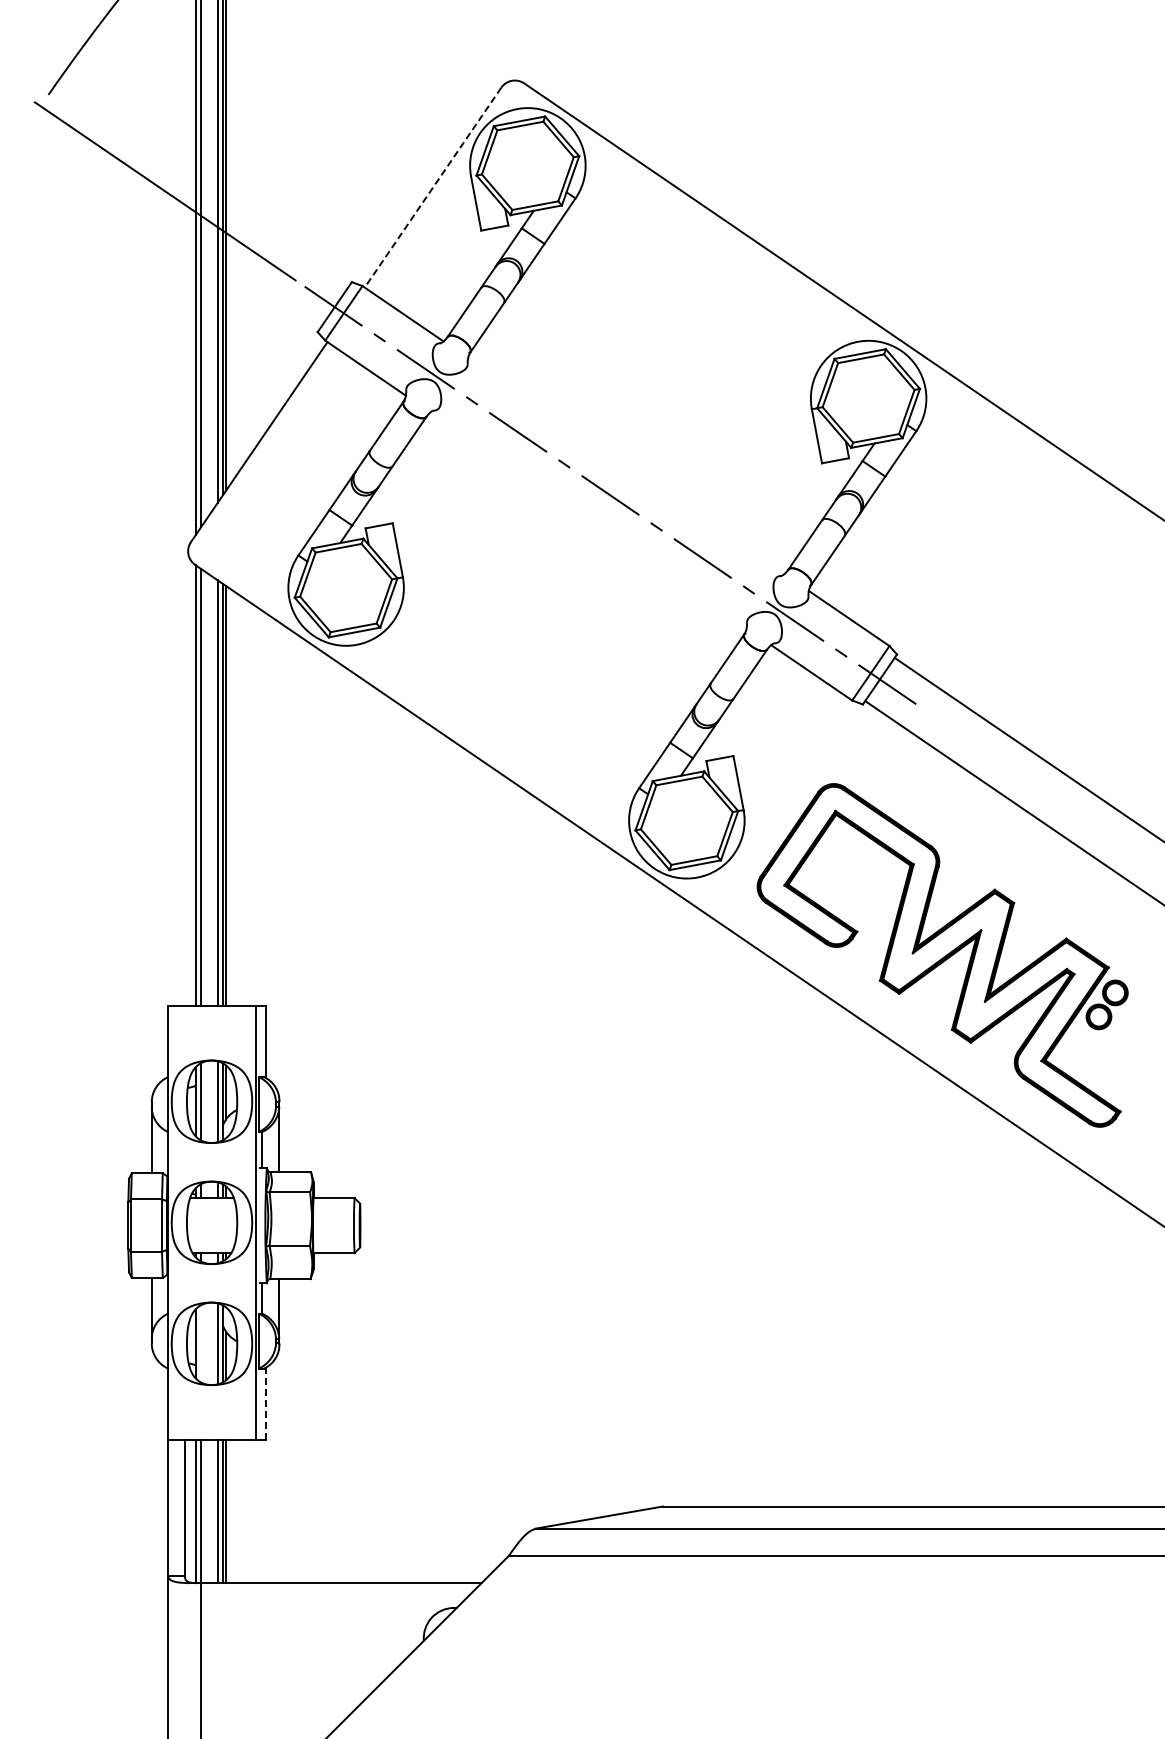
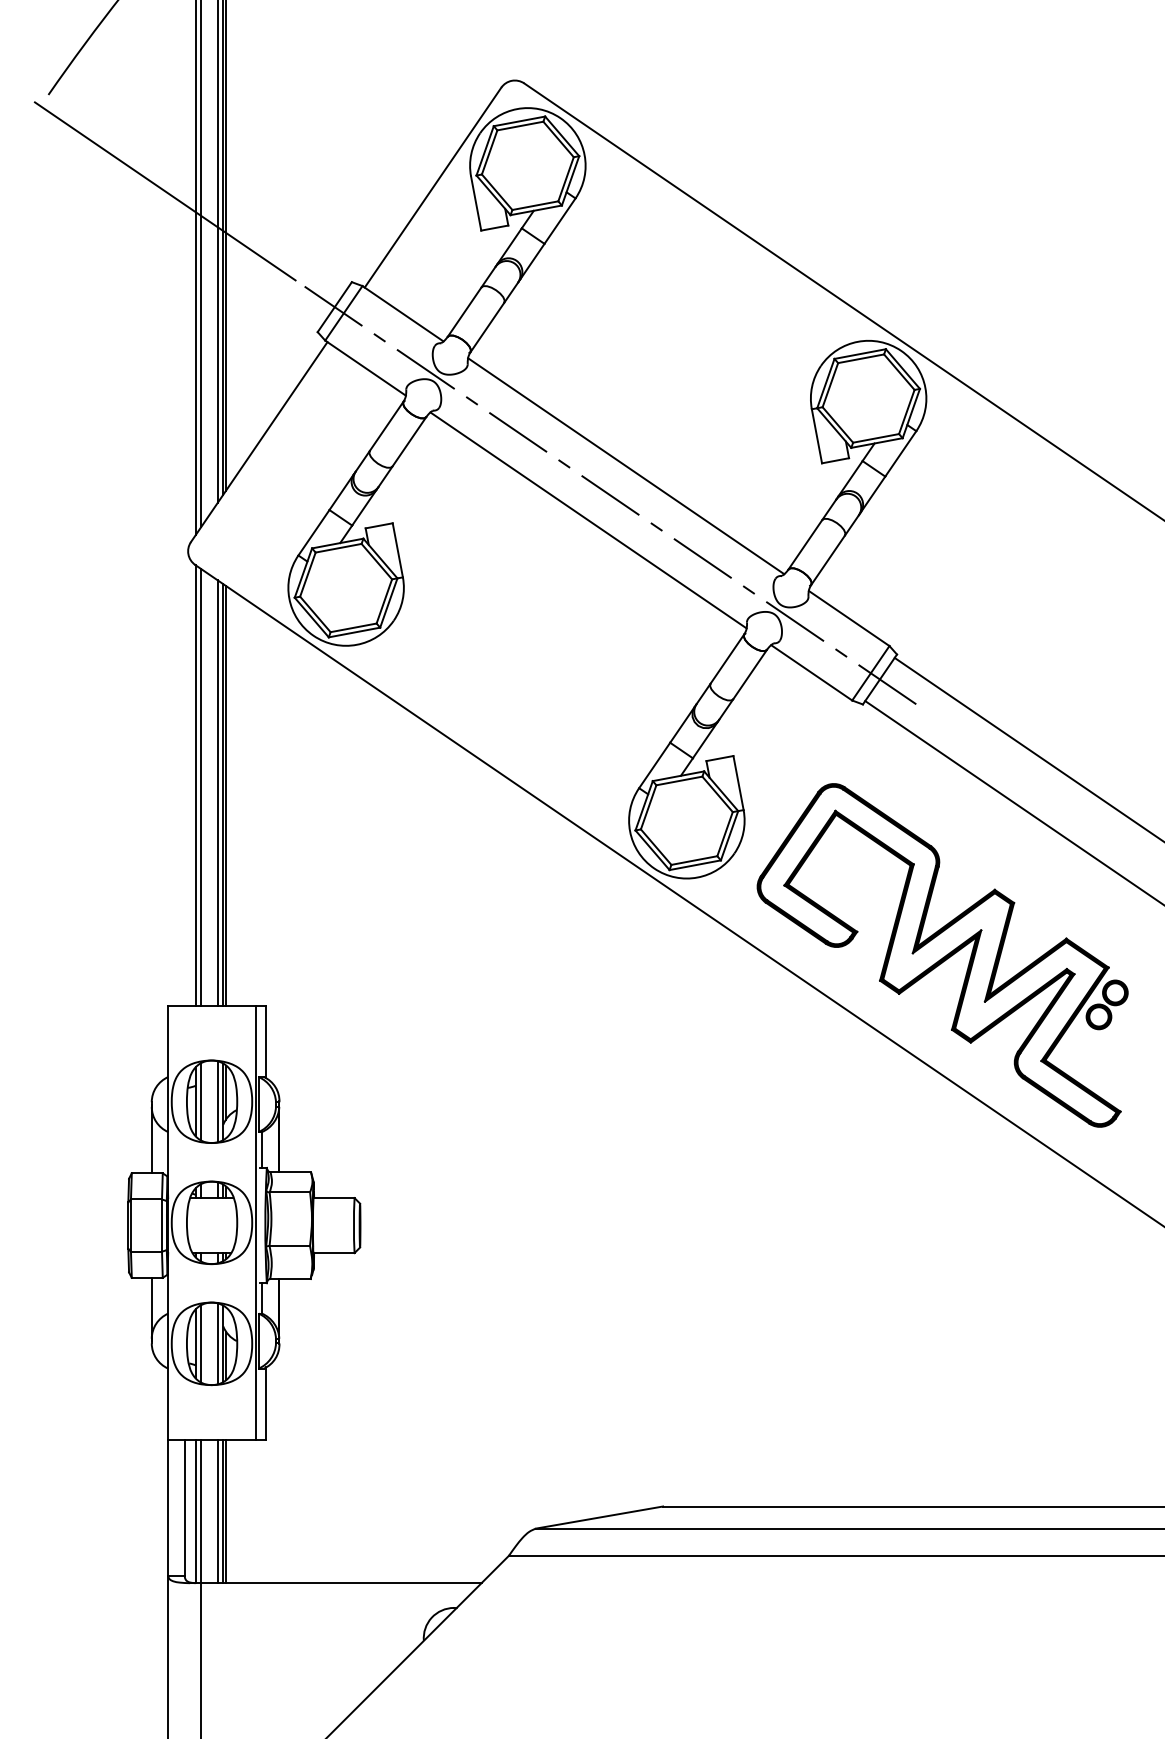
line at (432, 188): dashed -> solid
line at (626, 466): none -> present
line at (588, 520): none -> present
line at (201, 1343): none -> present
line at (266, 1404): dashed -> solid
